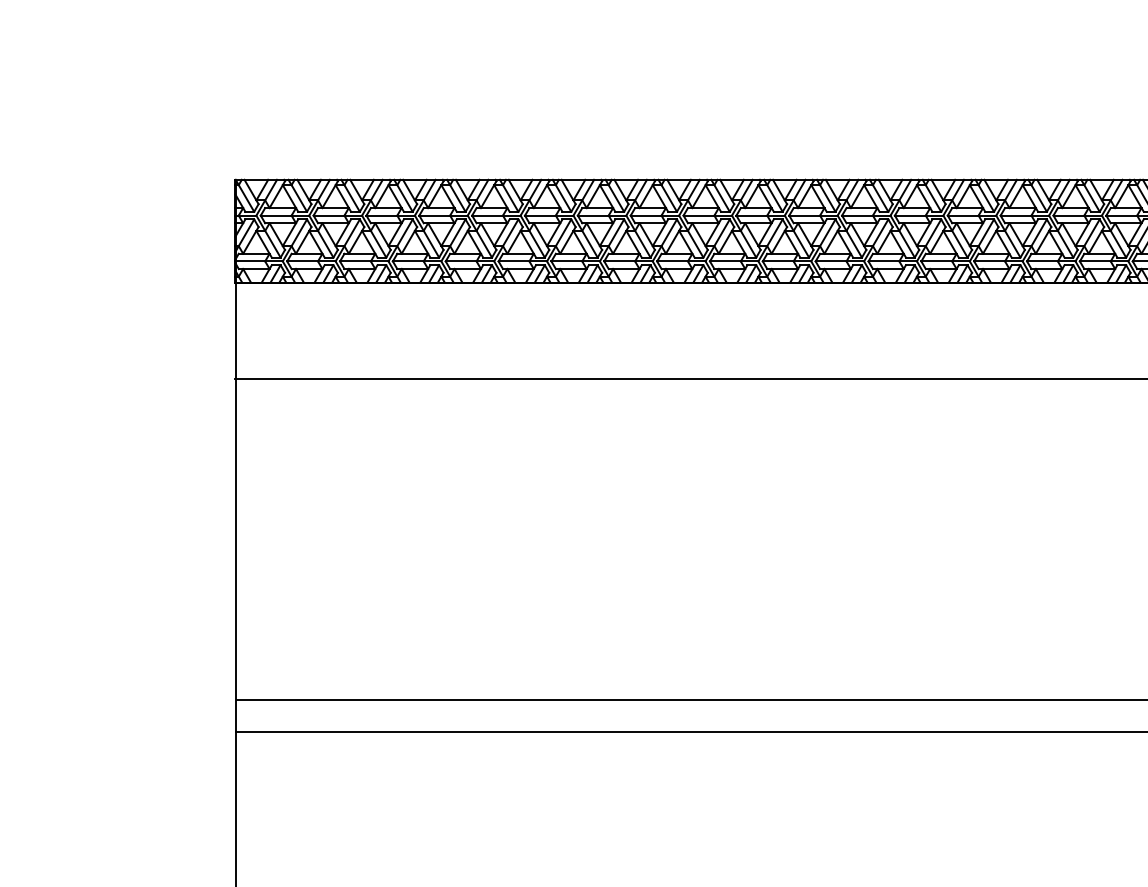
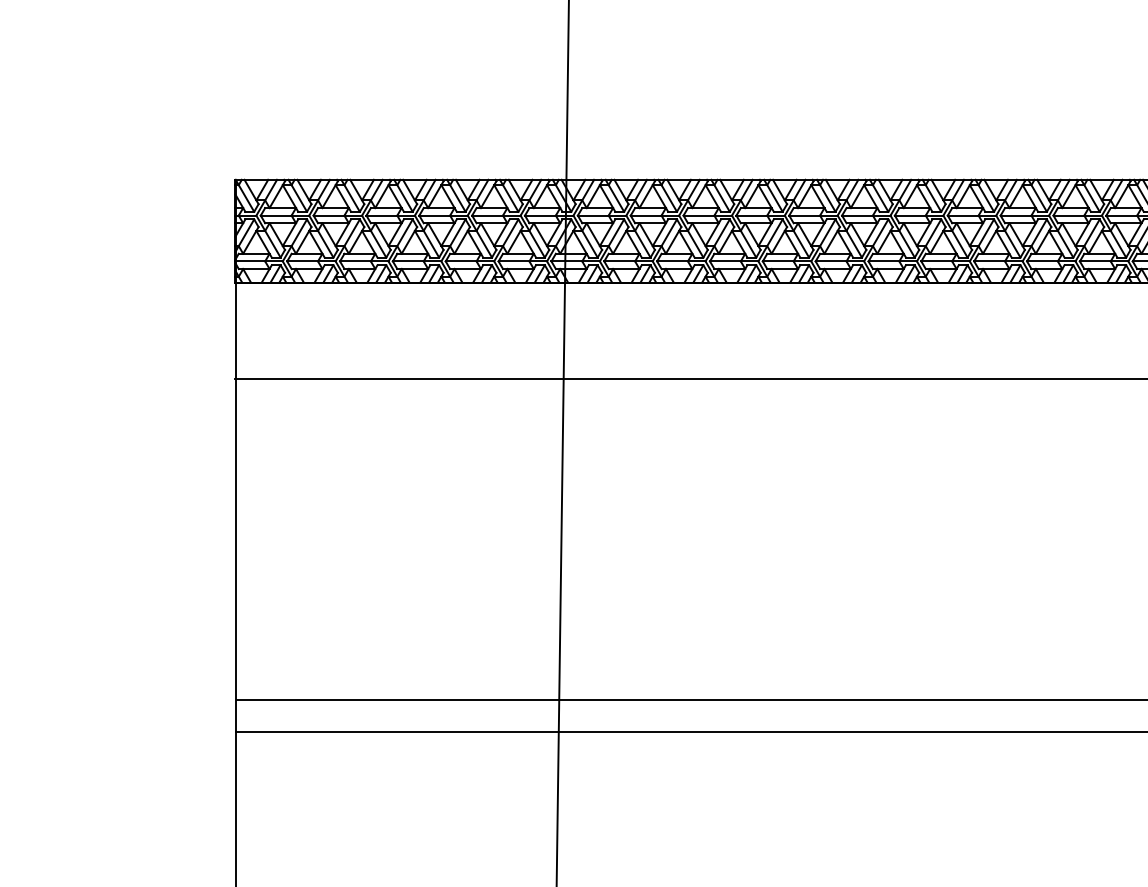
line at (562, 442): none -> present
